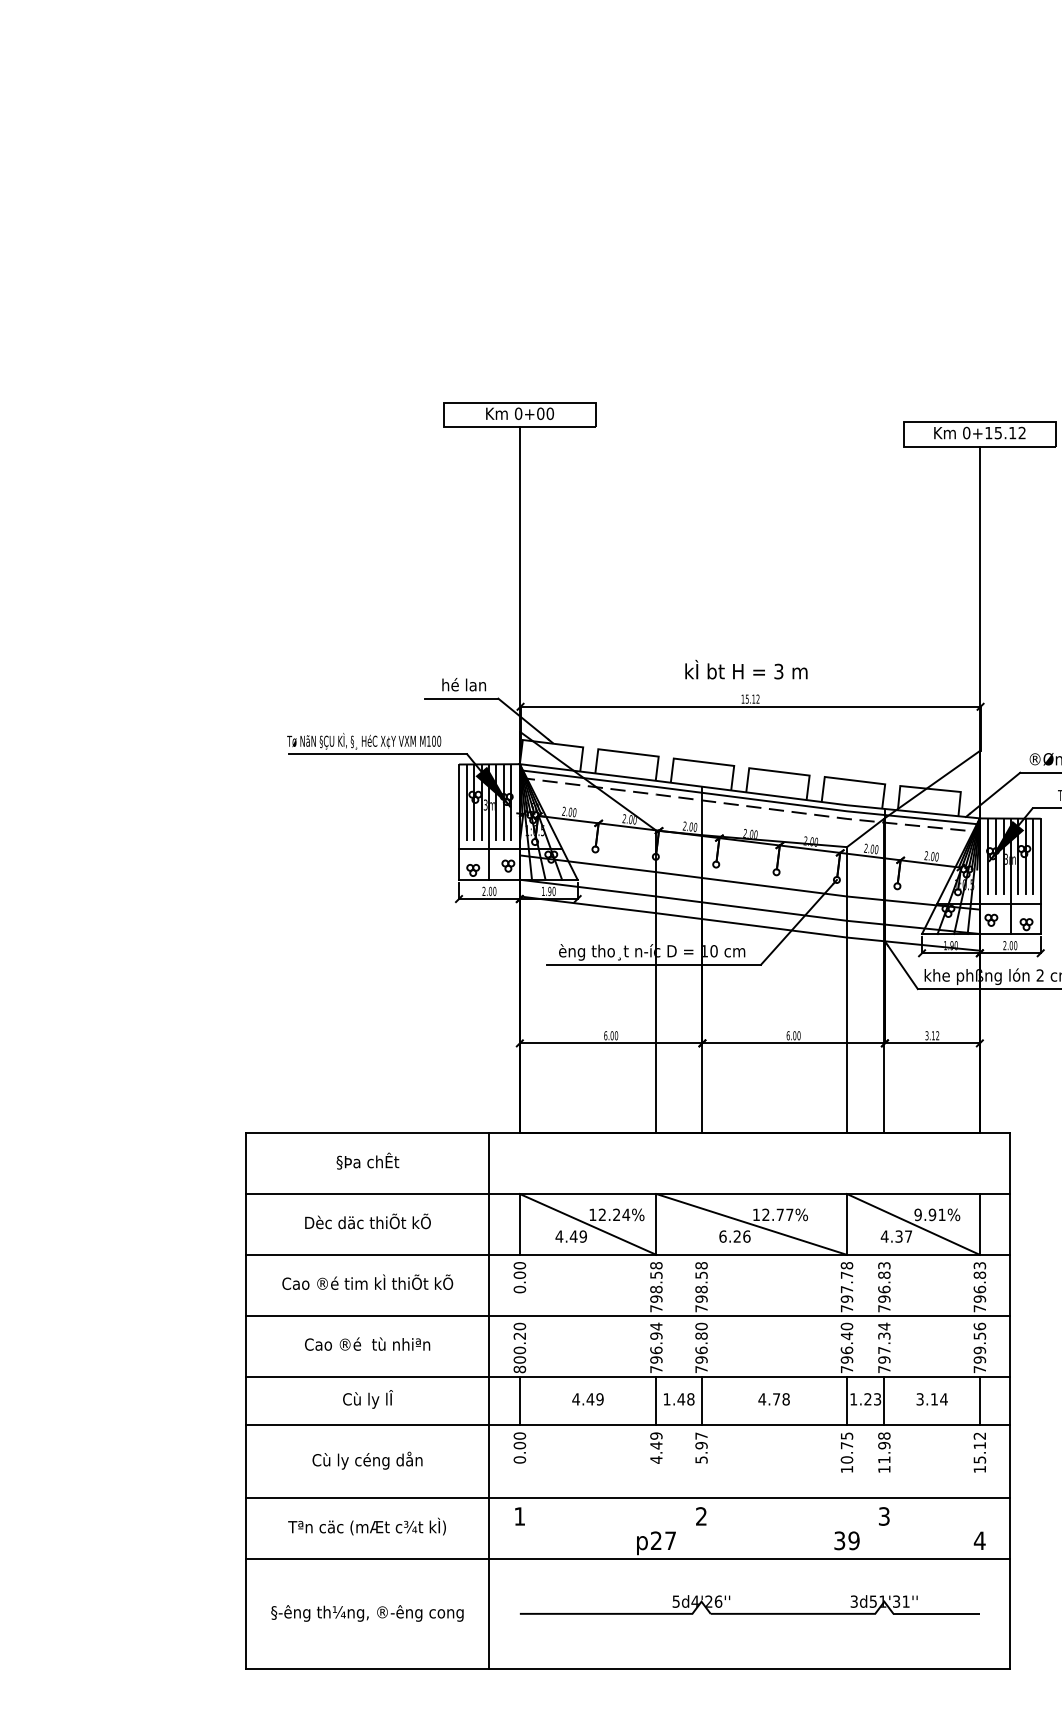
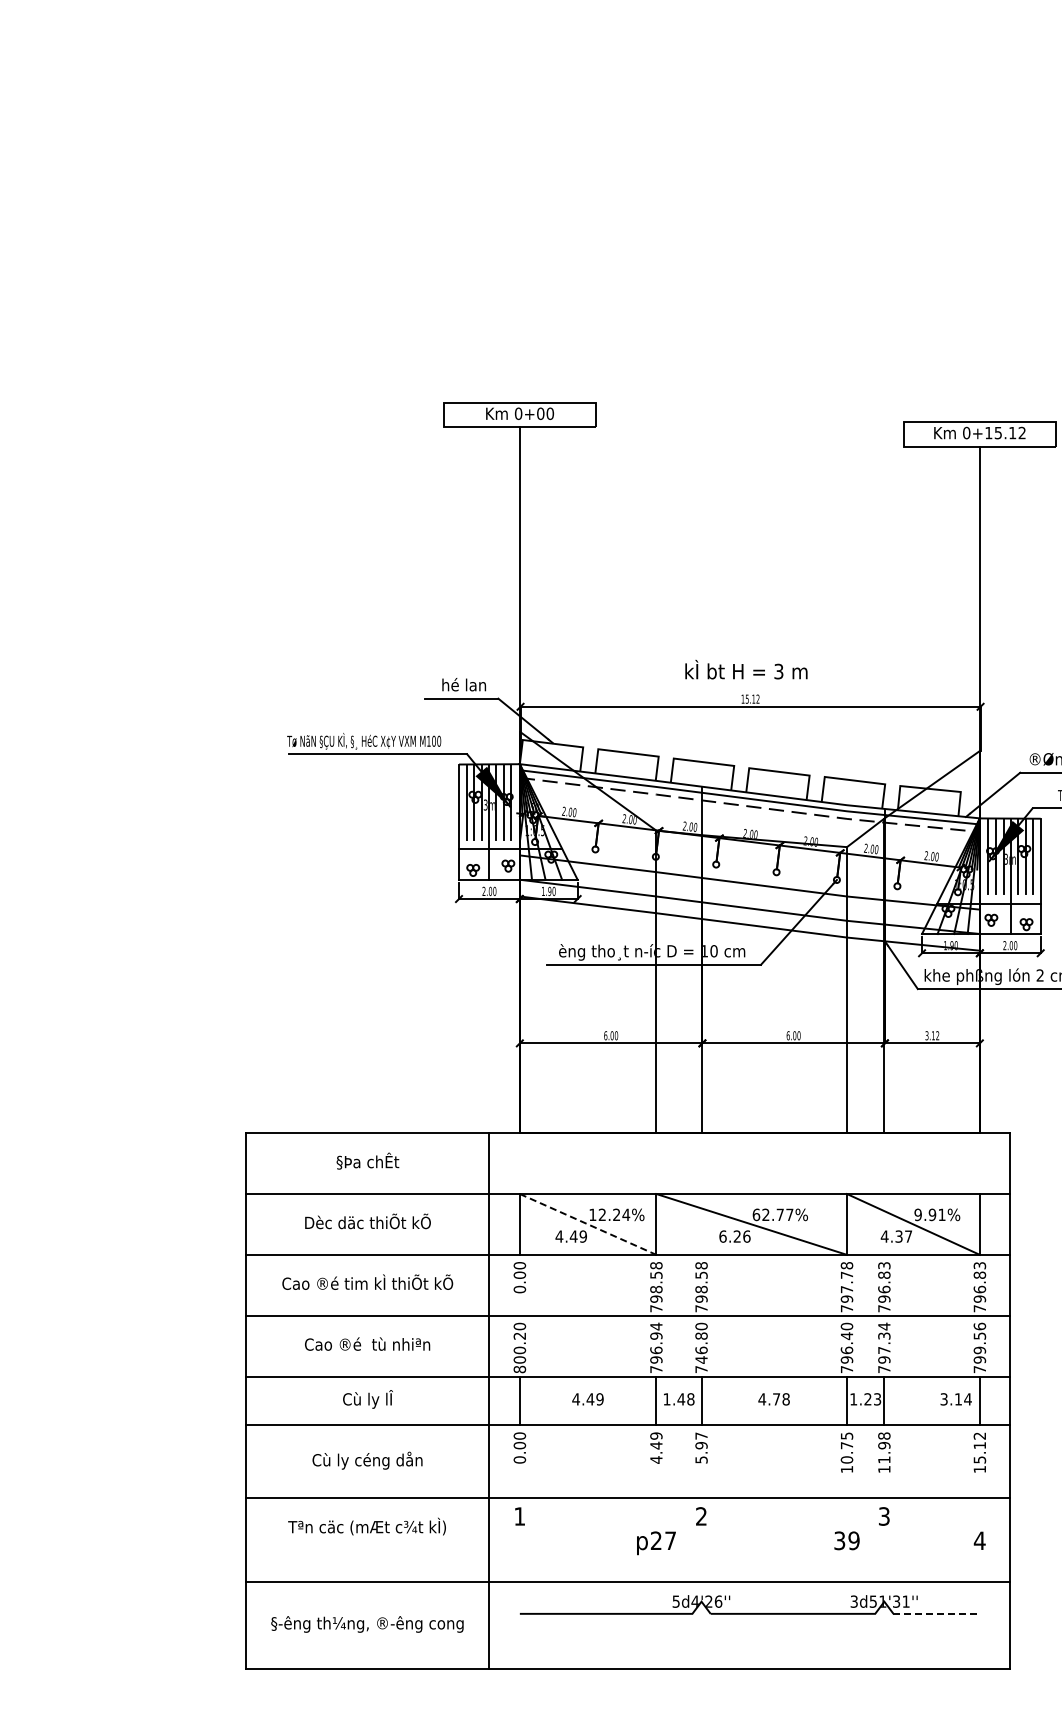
text at (756, 1214): 12.77% -> 62.77%
line at (588, 1224): solid -> dashed
text at (701, 1359): 796.80 -> 746.80
text at (931, 1399) position: (931, 1399) -> (955, 1399)
line at (628, 1559) position: (628, 1559) -> (628, 1582)
text at (367, 1613) position: (367, 1613) -> (367, 1624)
line at (937, 1613): solid -> dashed
